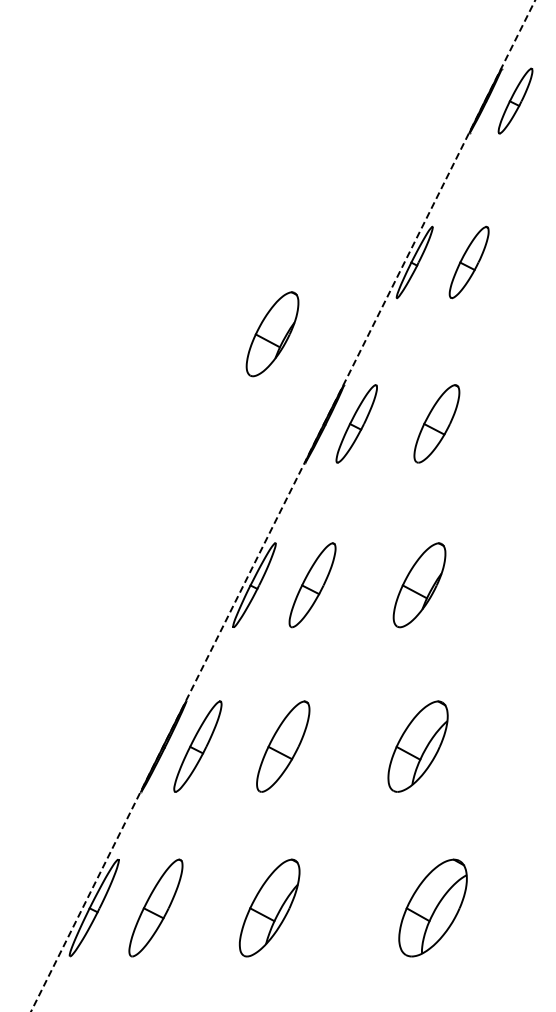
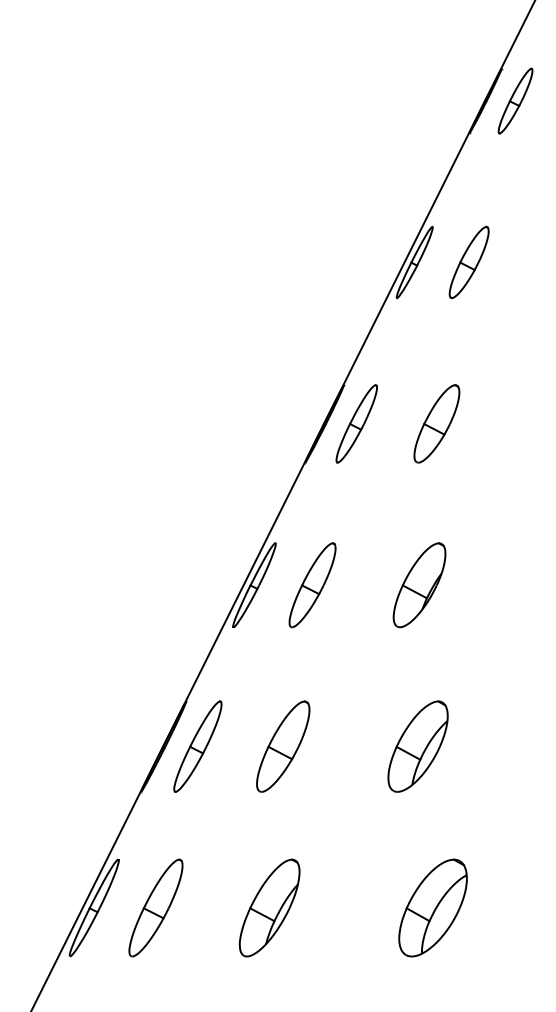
part at (272, 334): present -> none
line at (283, 506): dashed -> solid
